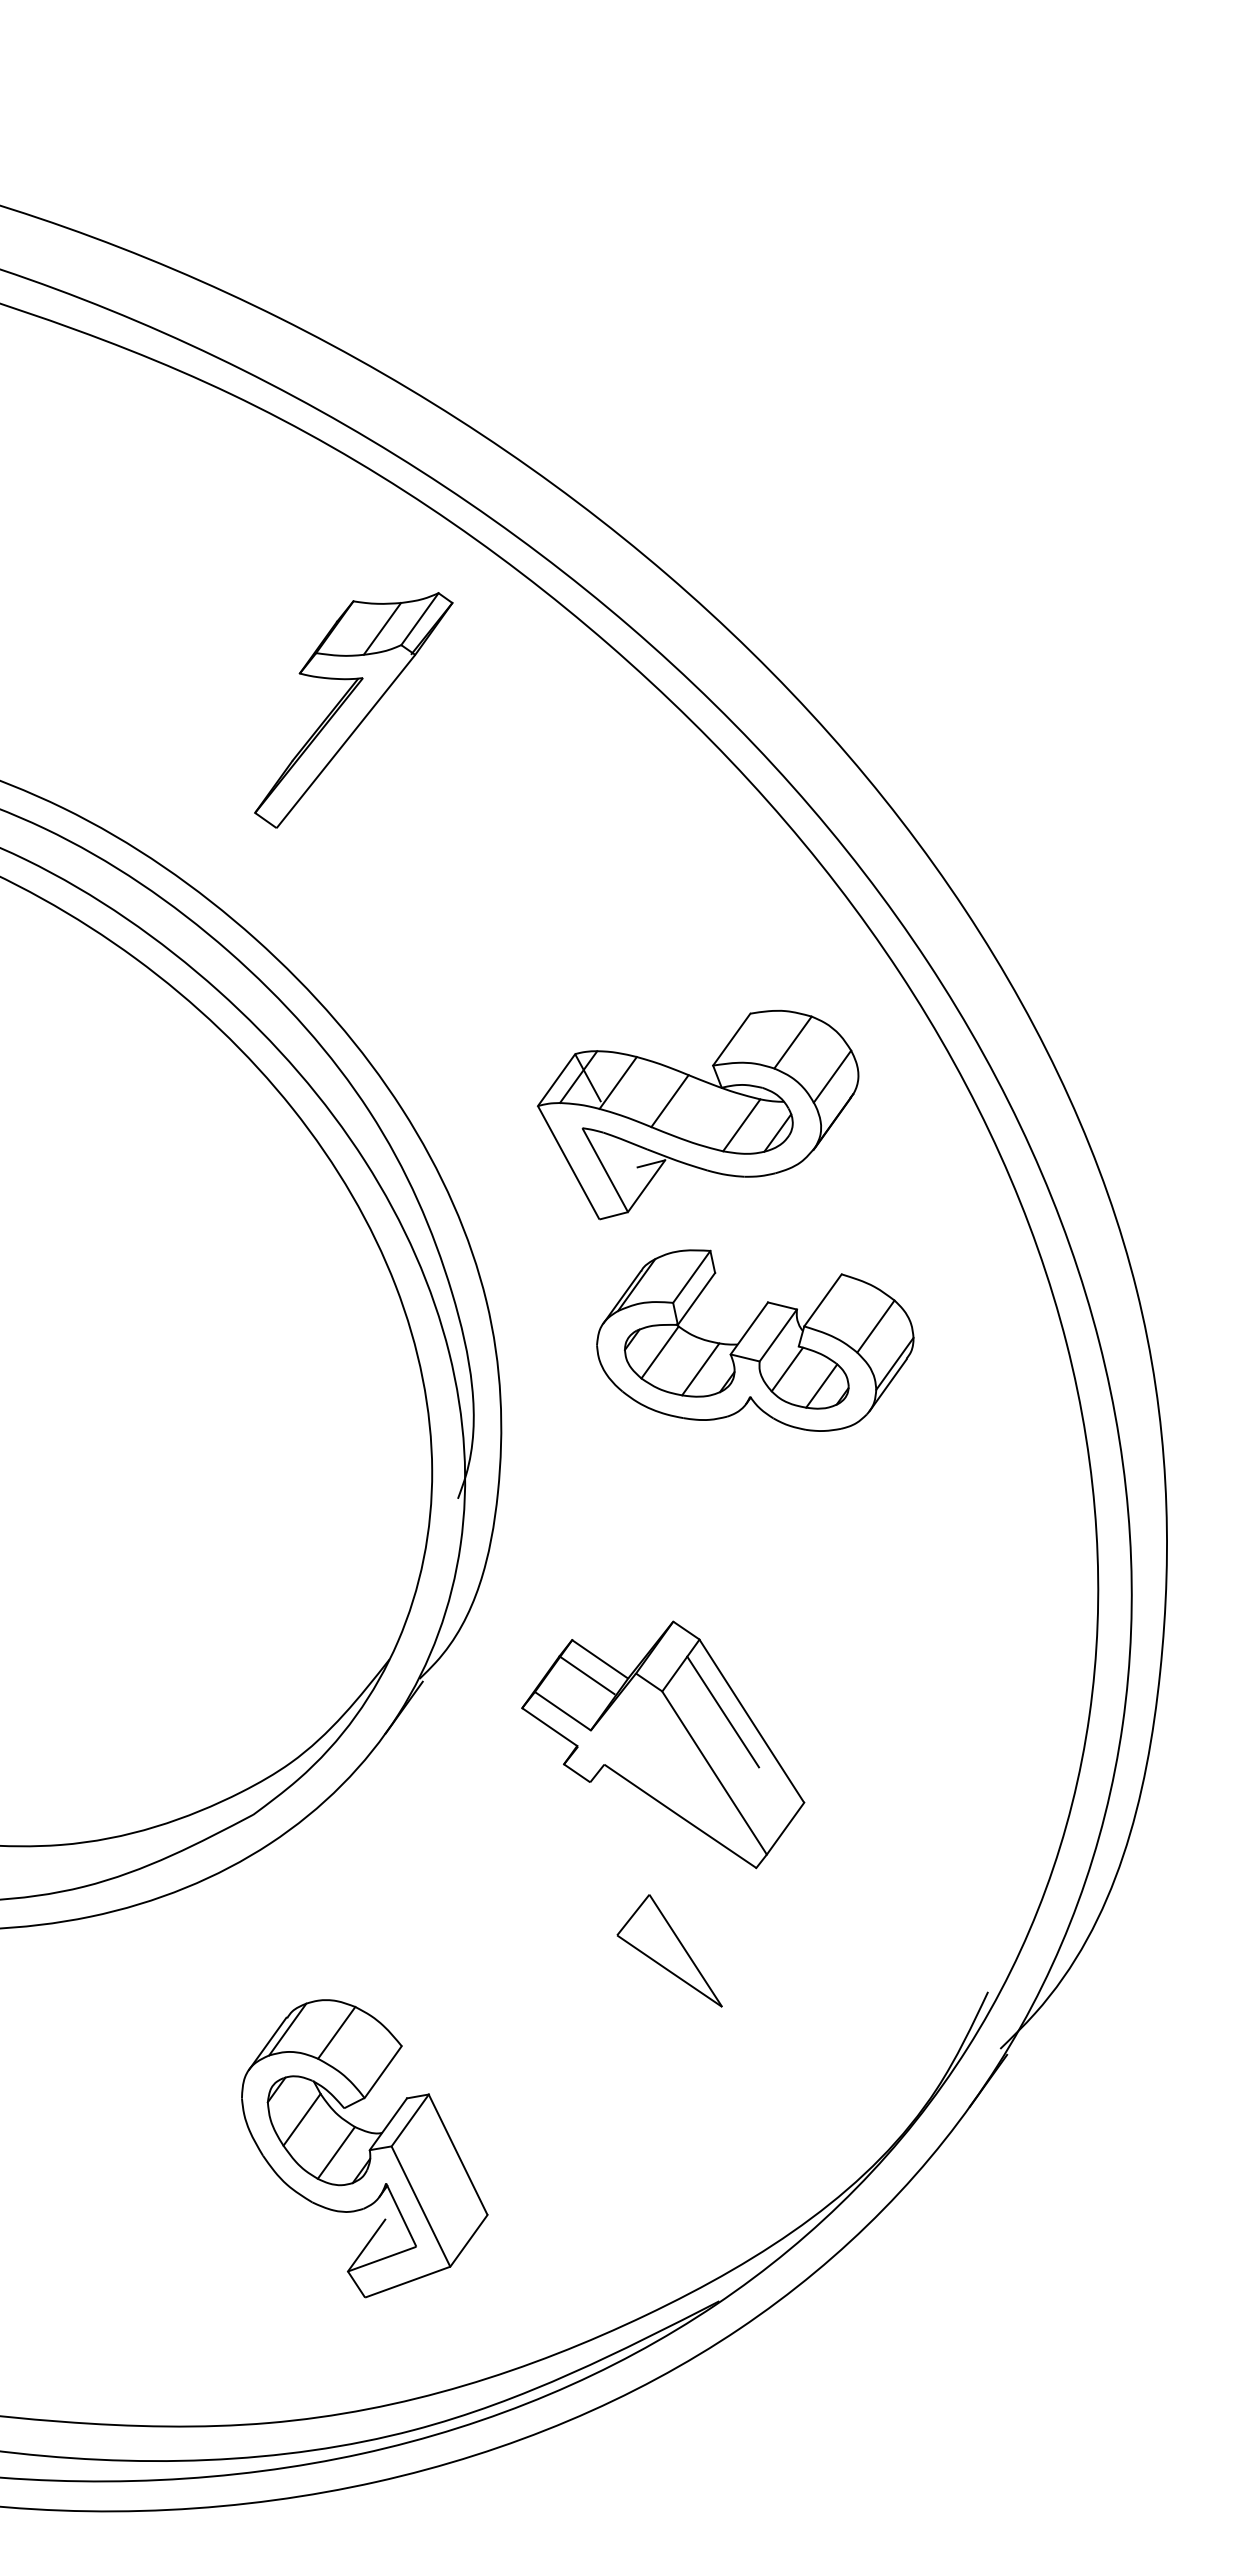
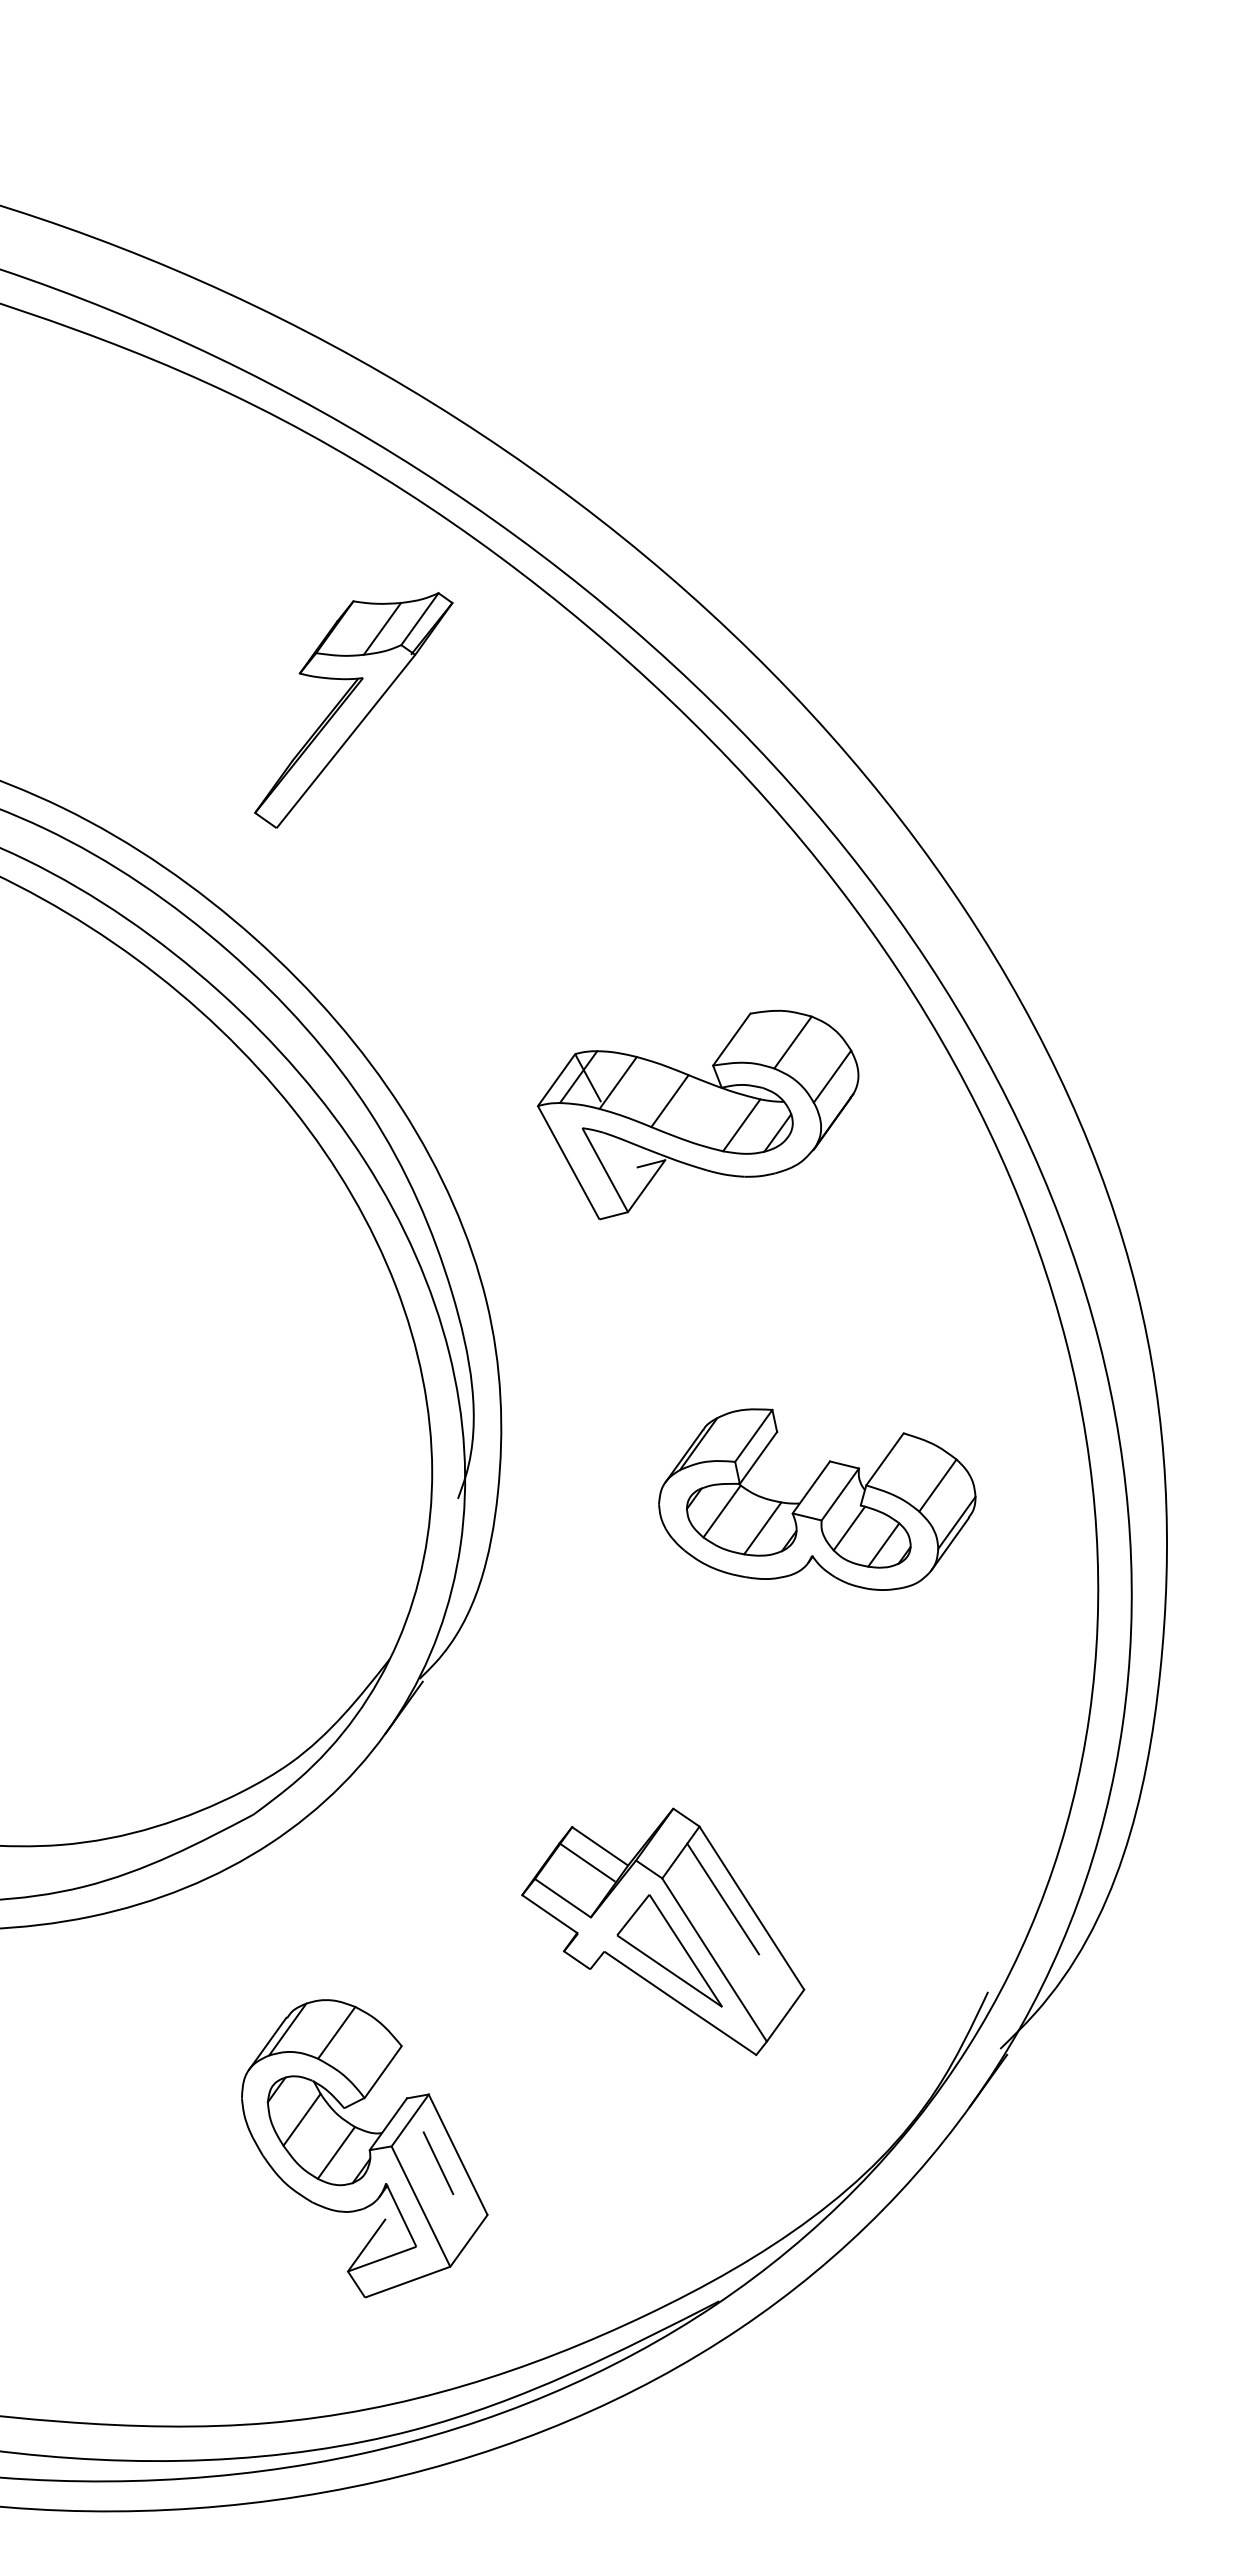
part at (755, 1340) position: (755, 1340) -> (817, 1499)
part at (663, 1744) position: (663, 1744) -> (663, 1931)
line at (438, 2162): none -> present
